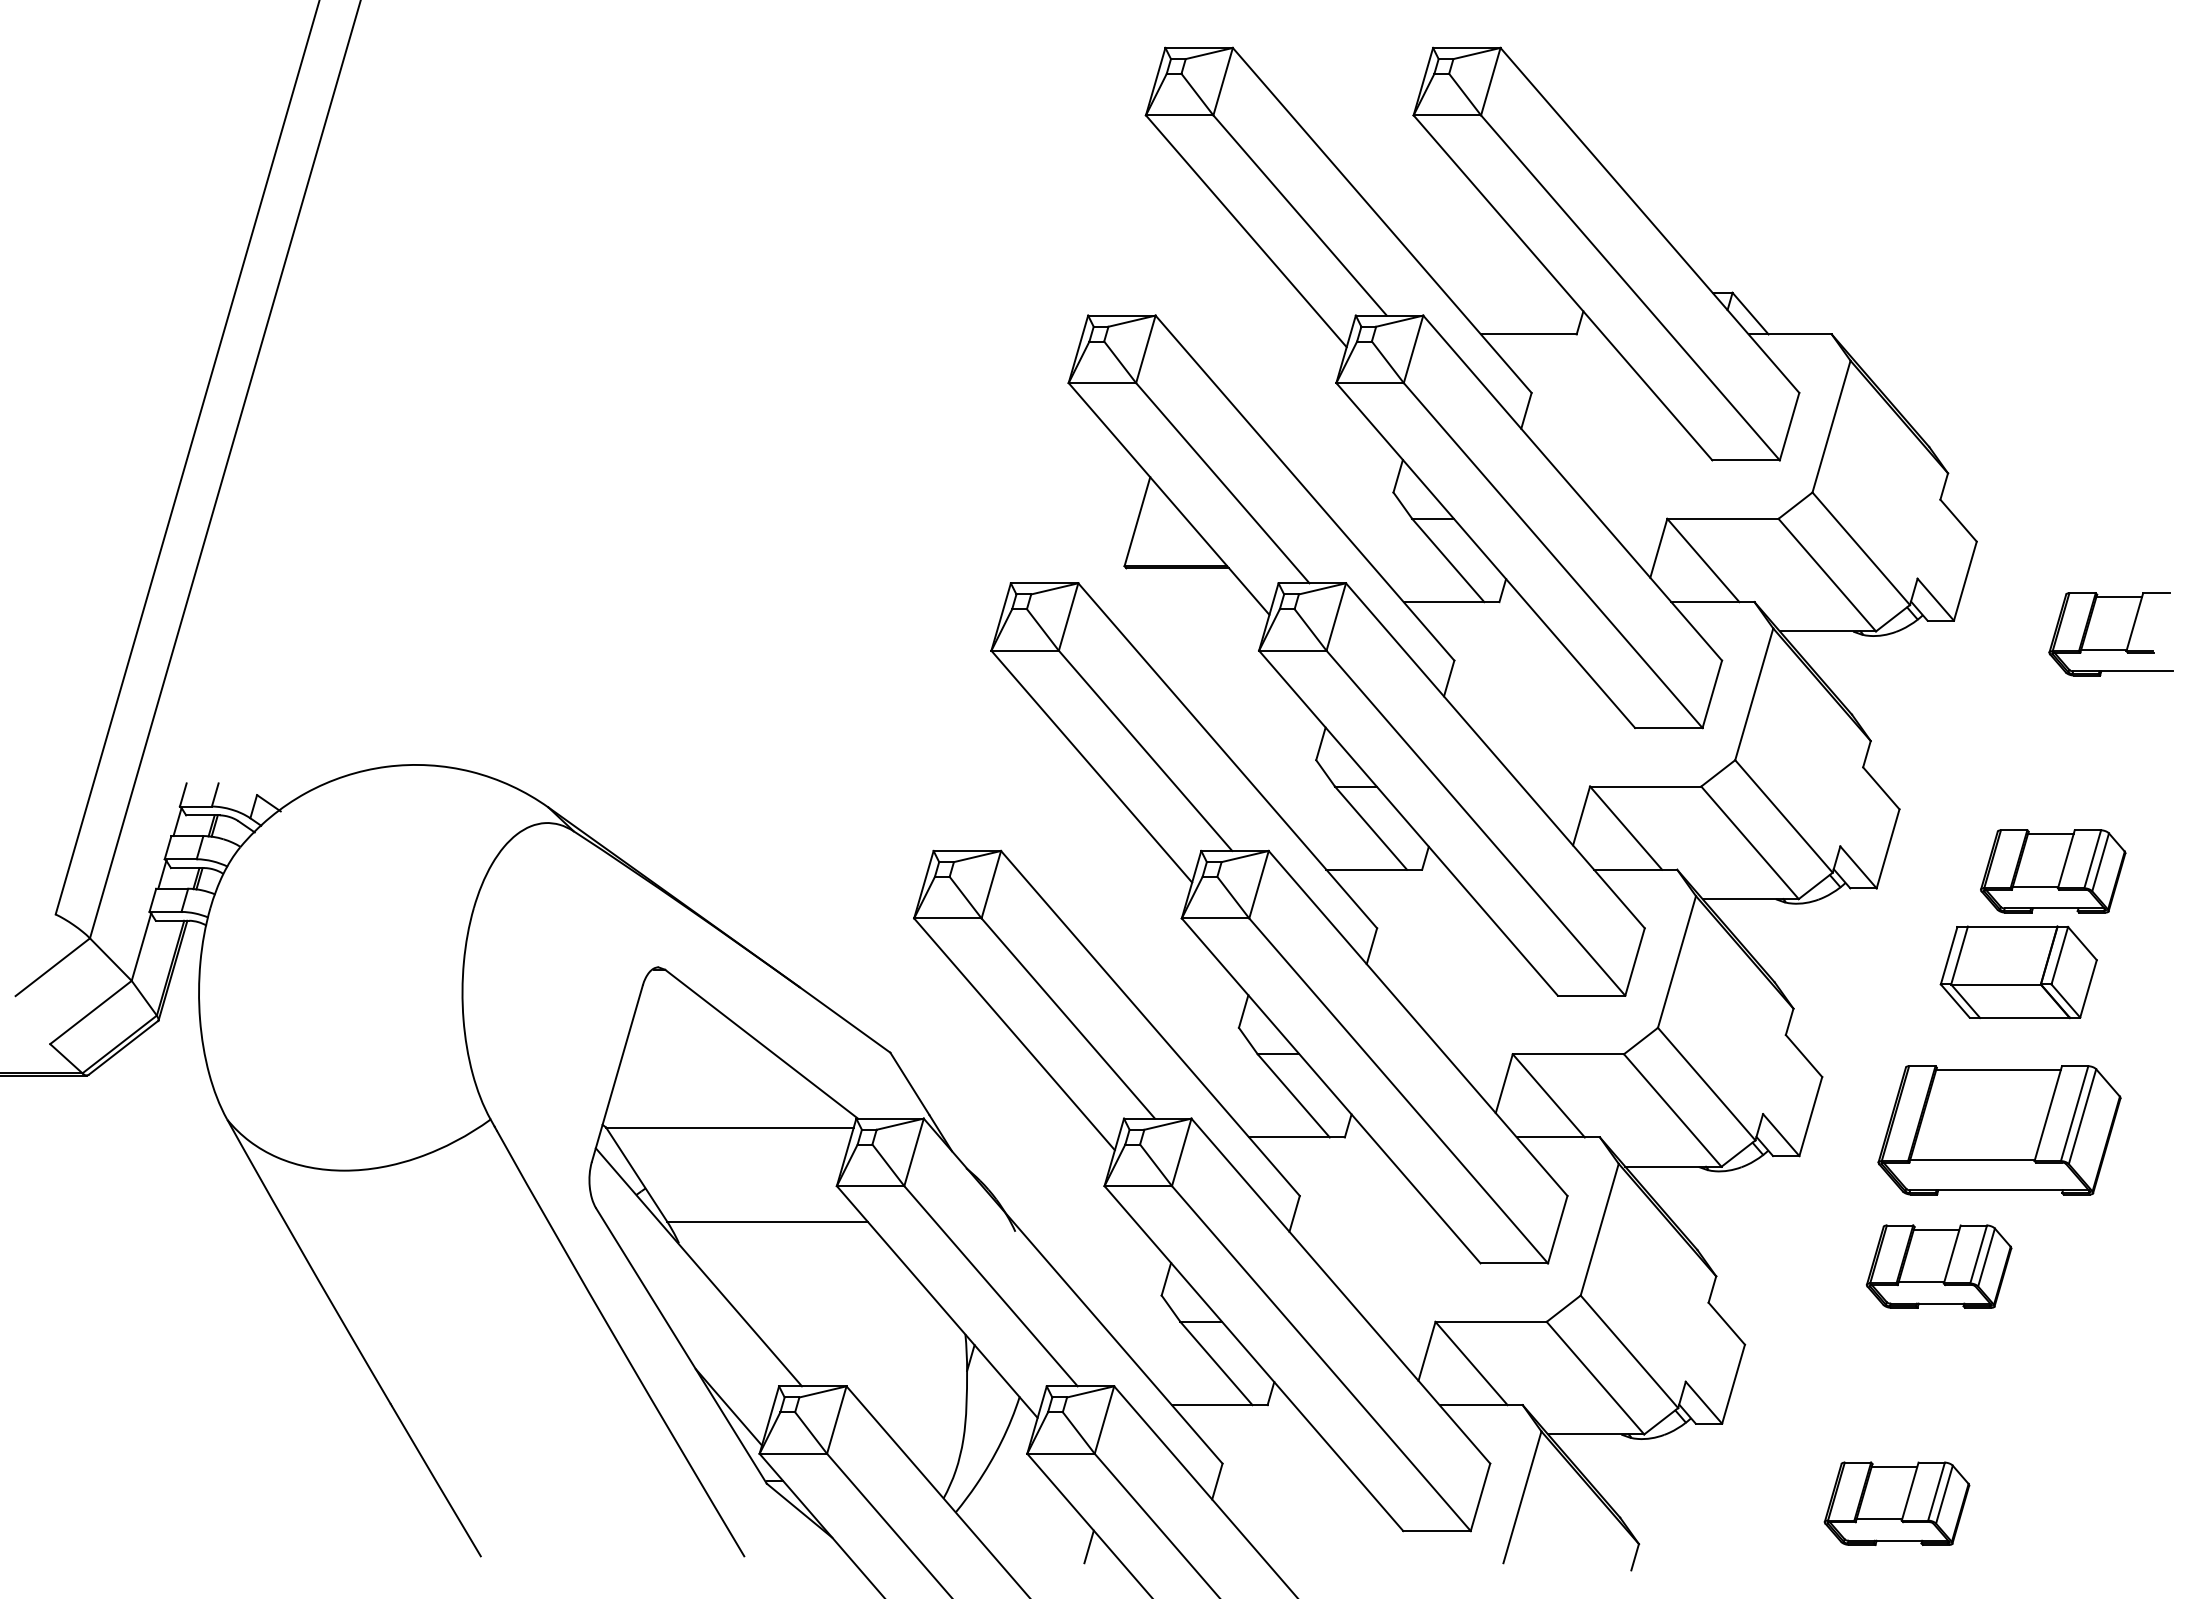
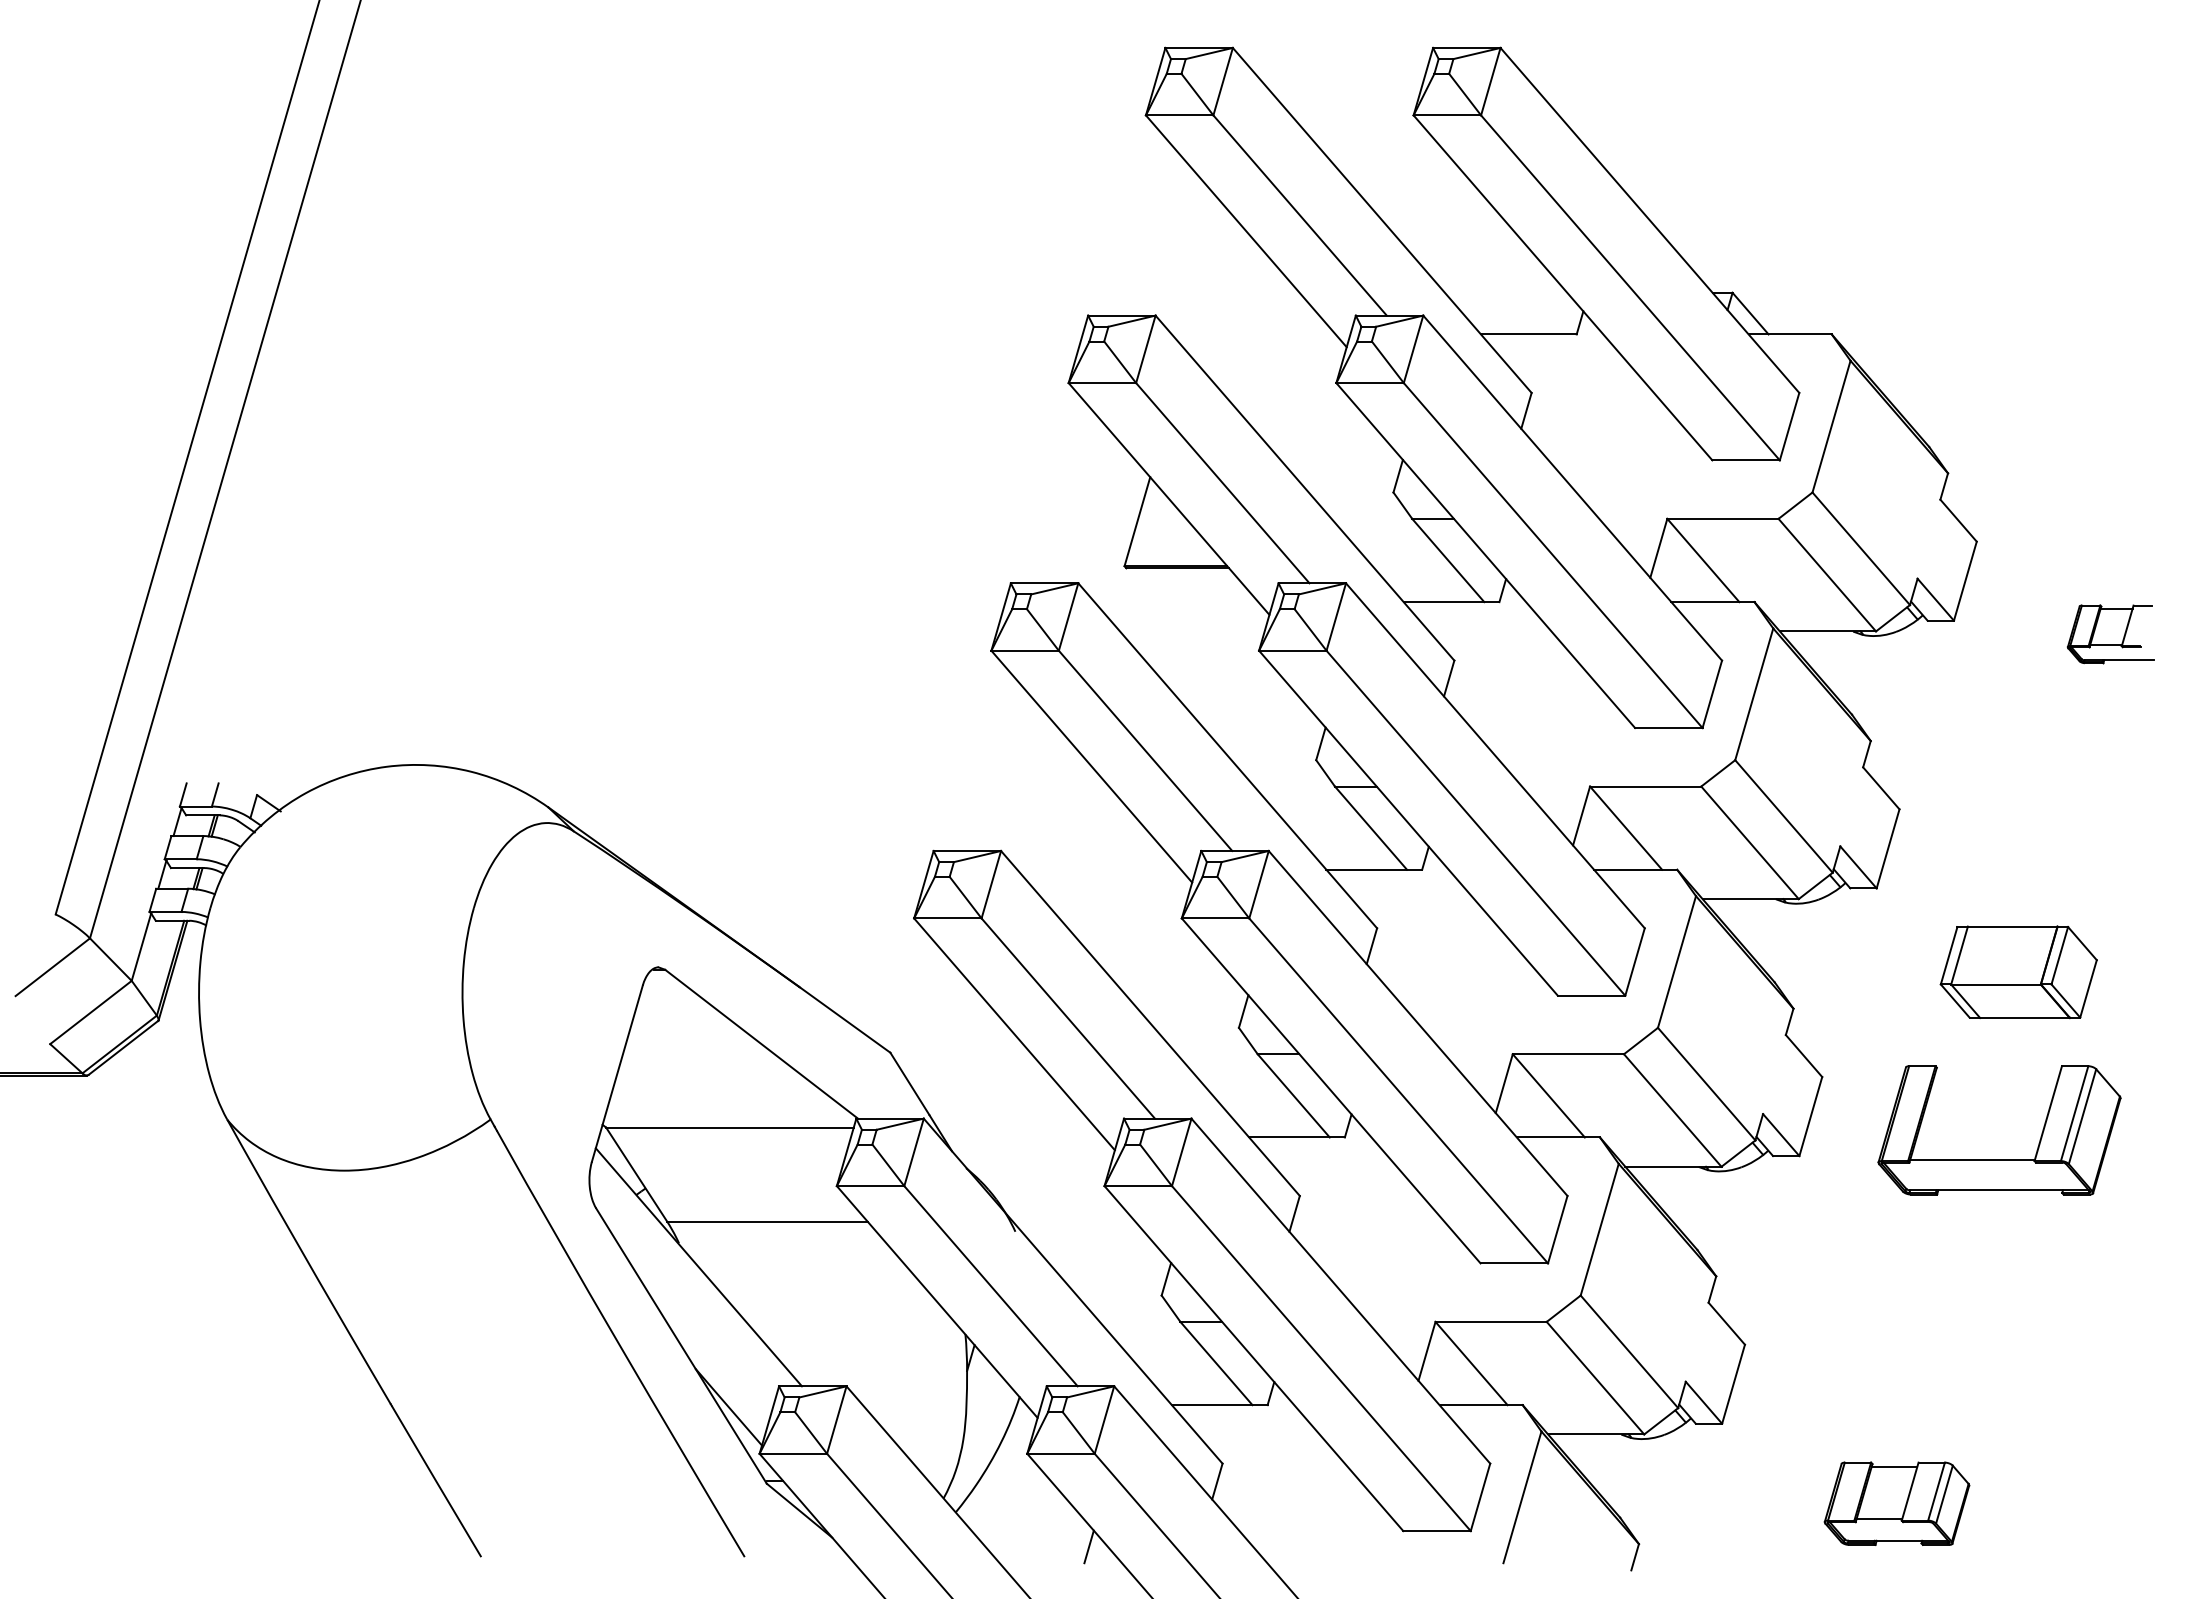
part at (2110, 634) size: 126x85 px -> 89x61 px
part at (2053, 871): present -> none
line at (1998, 1070): present -> none
part at (1938, 1266): present -> none
